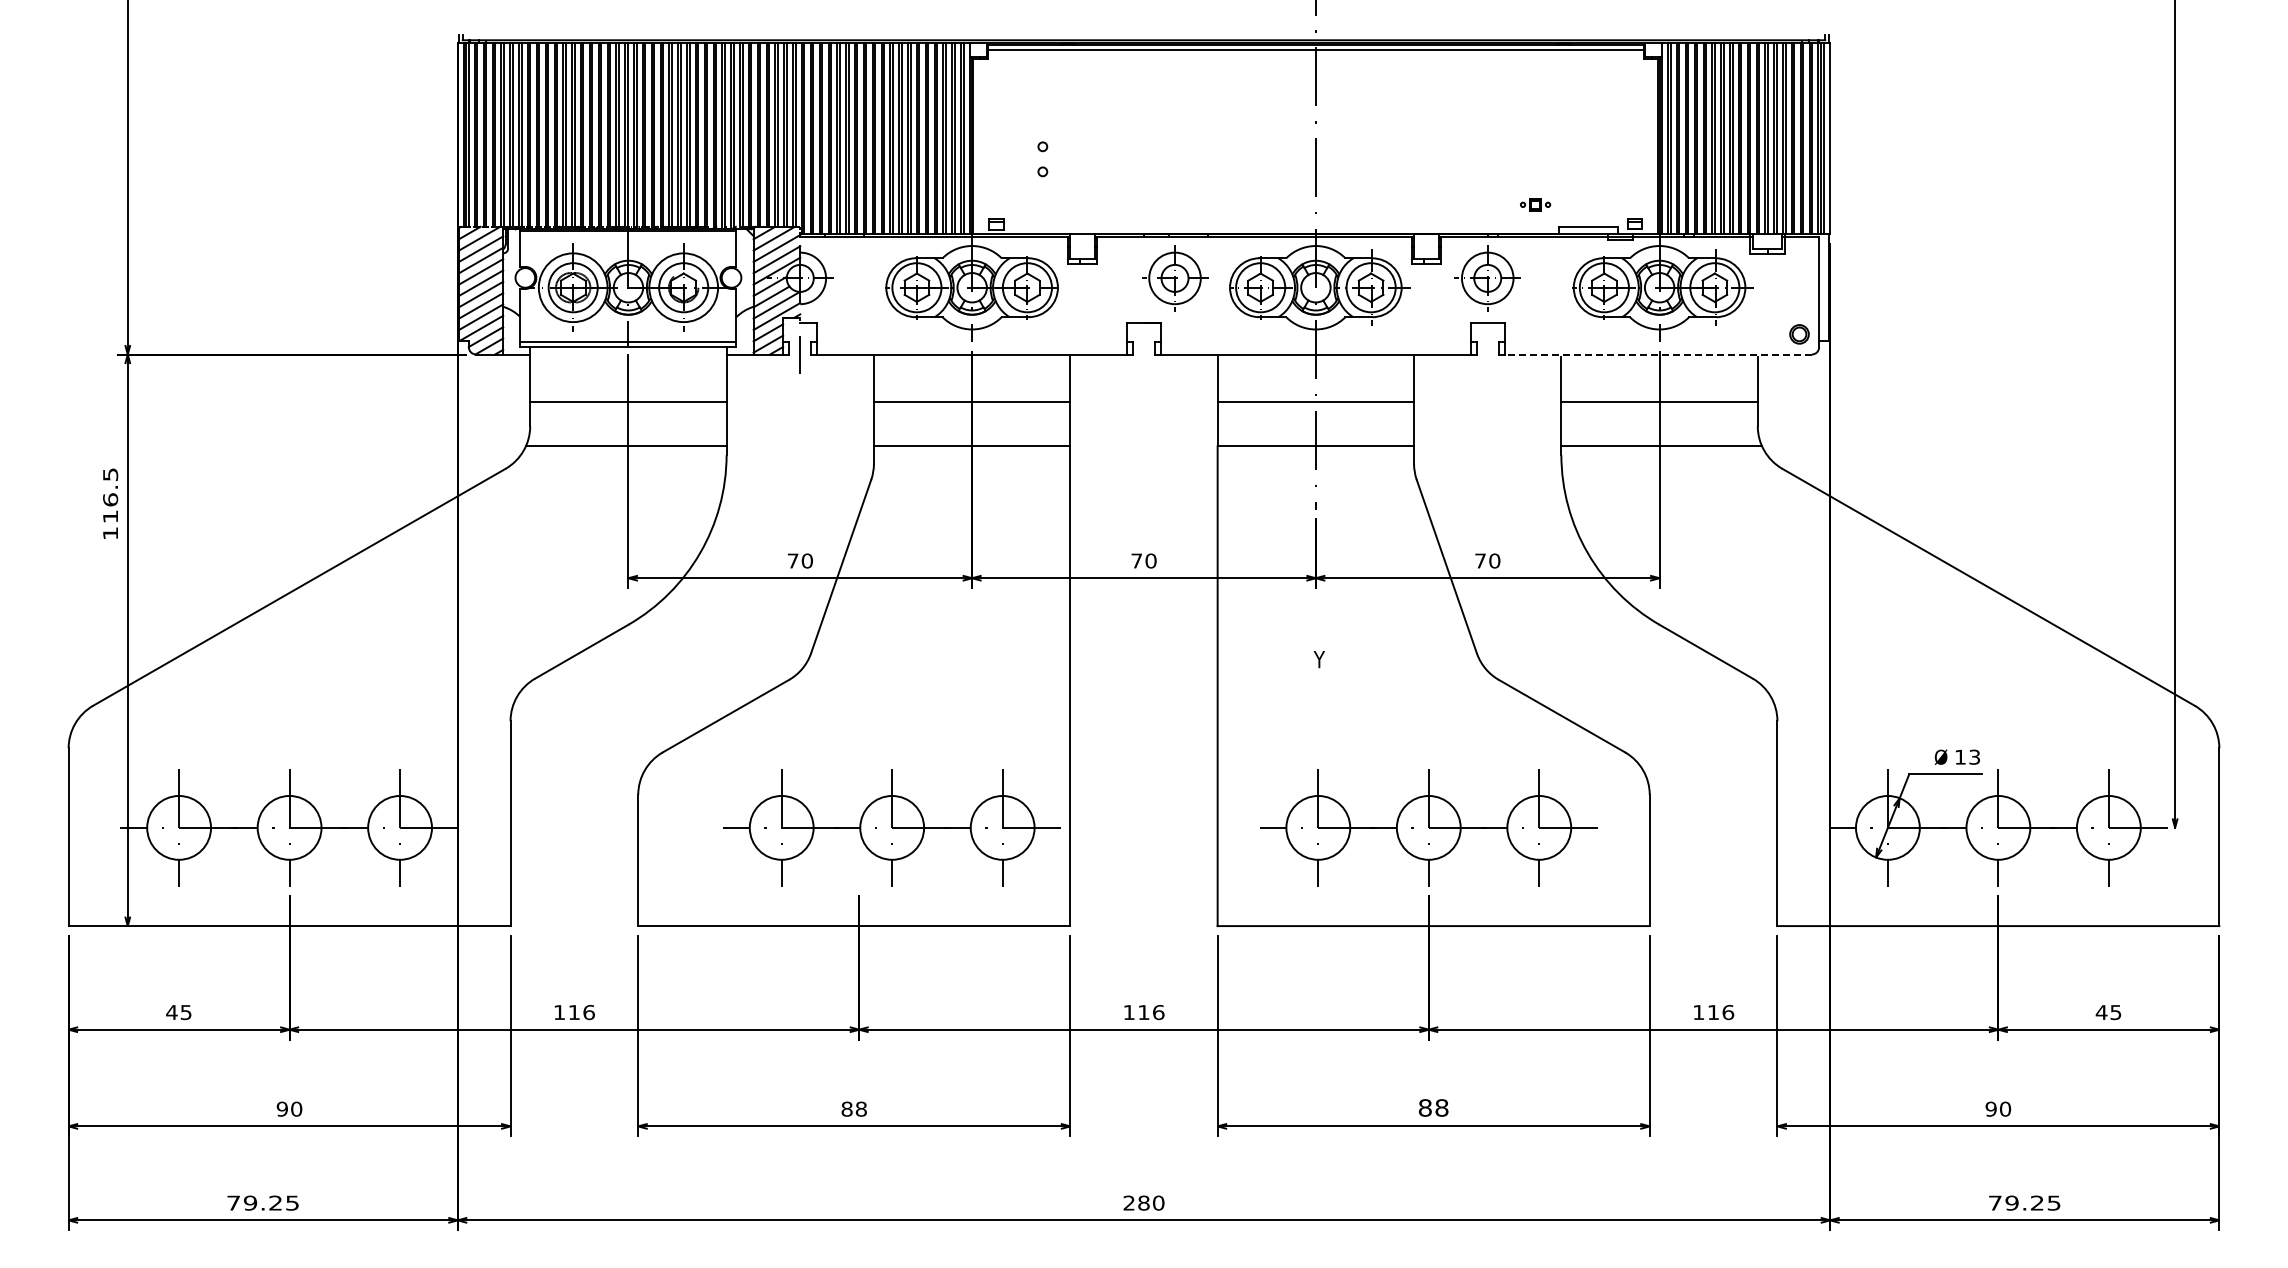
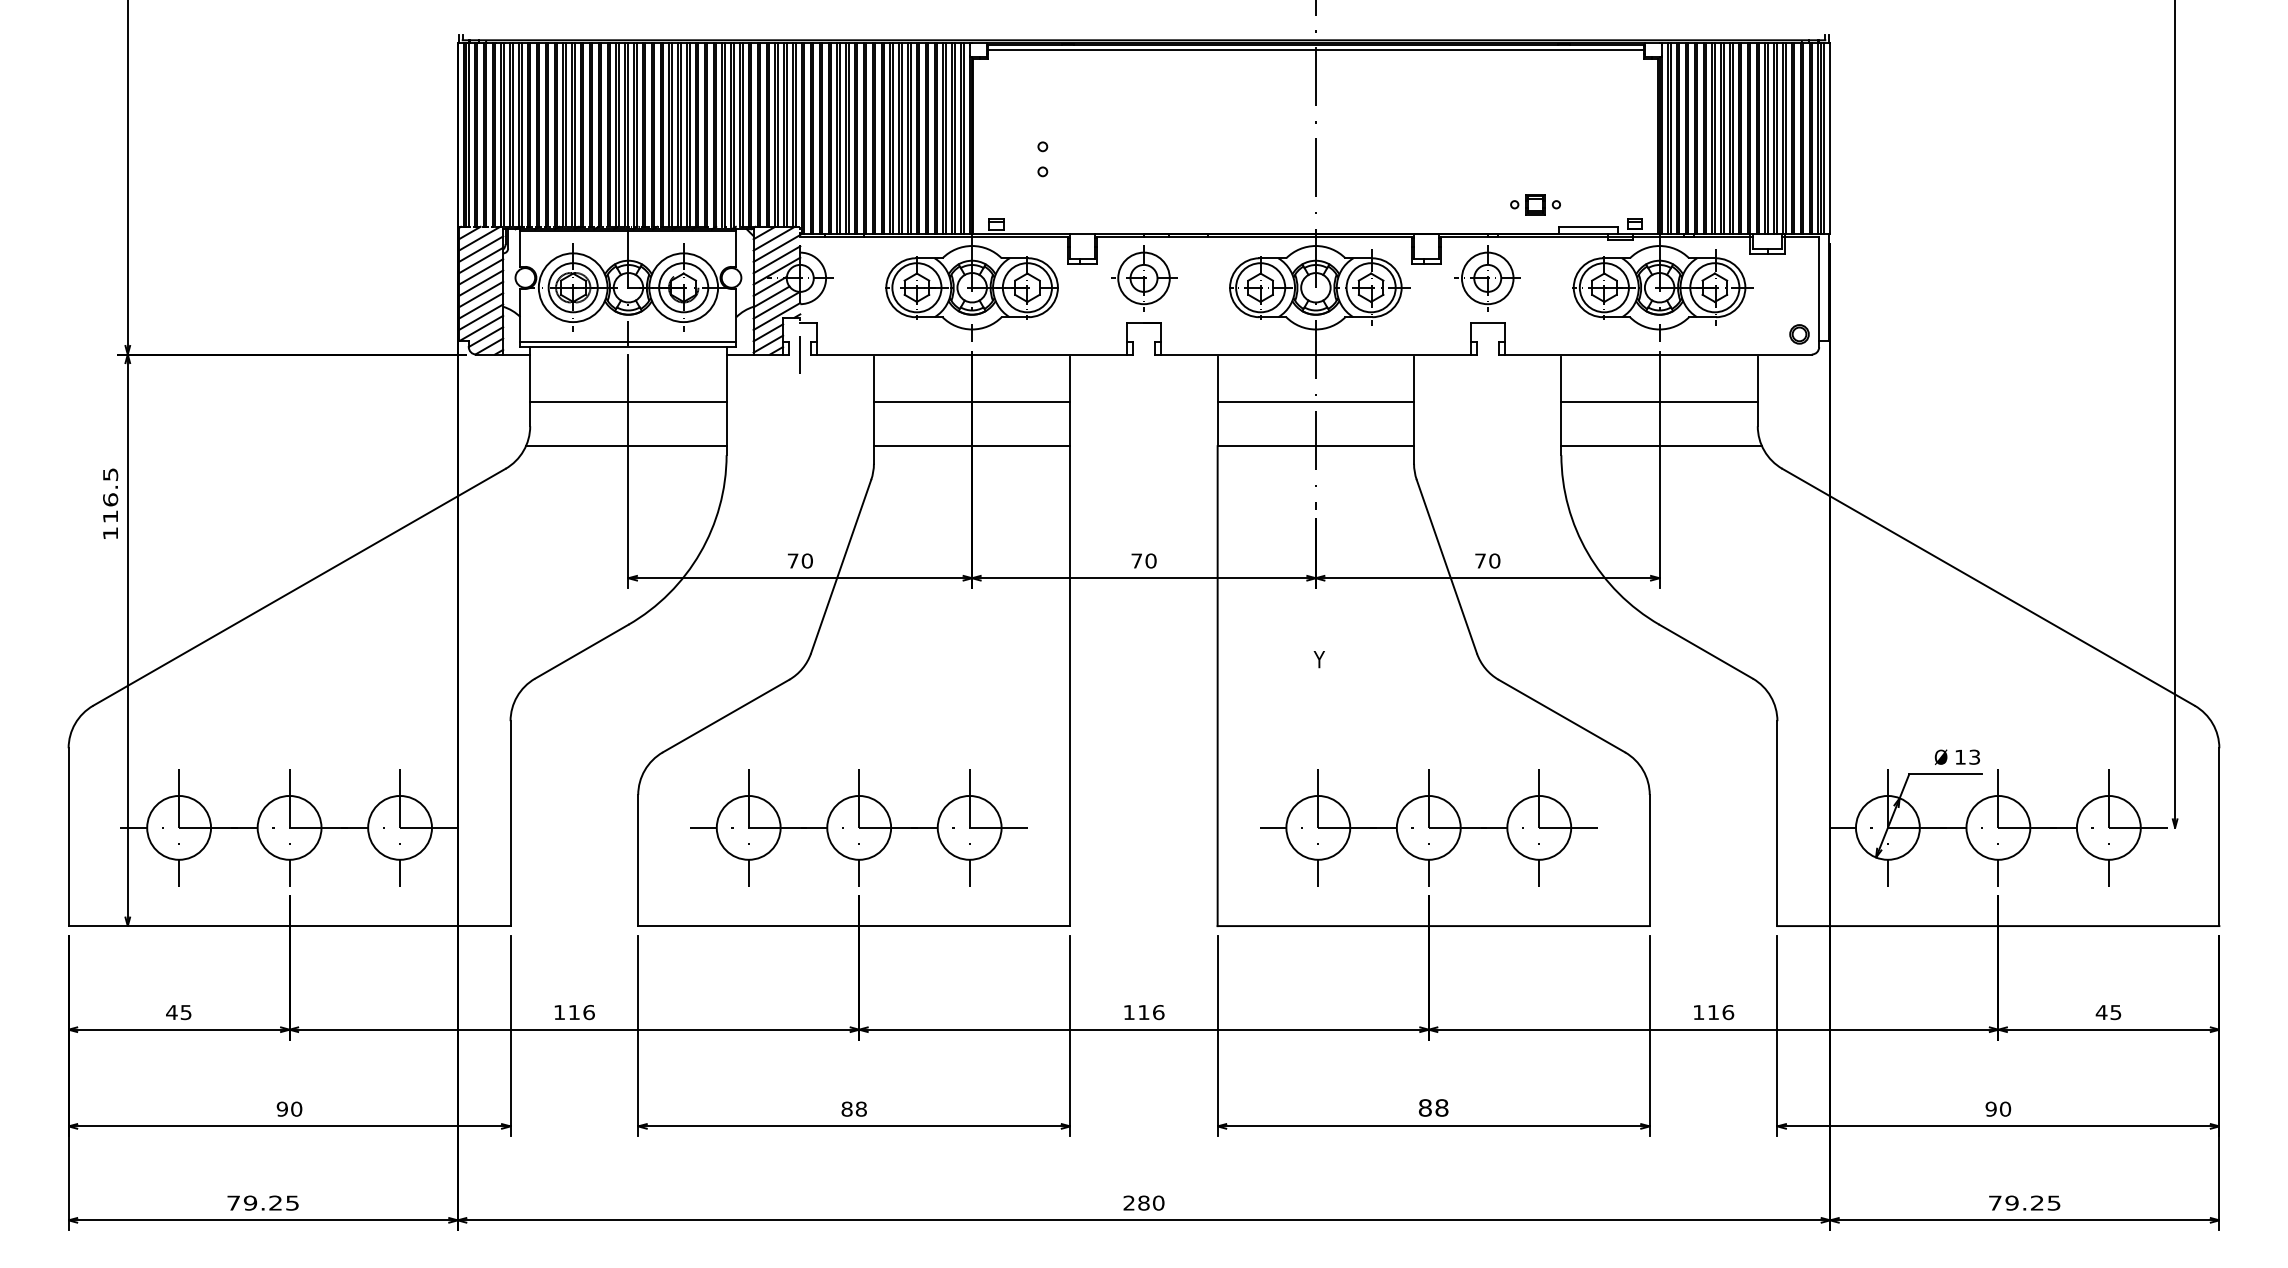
part at (1535, 204) size: 32x14 px -> 51x22 px
part at (1175, 278) position: (1175, 278) -> (1144, 278)
line at (1657, 354): dashed -> solid
part at (891, 827) position: (891, 827) -> (858, 827)
